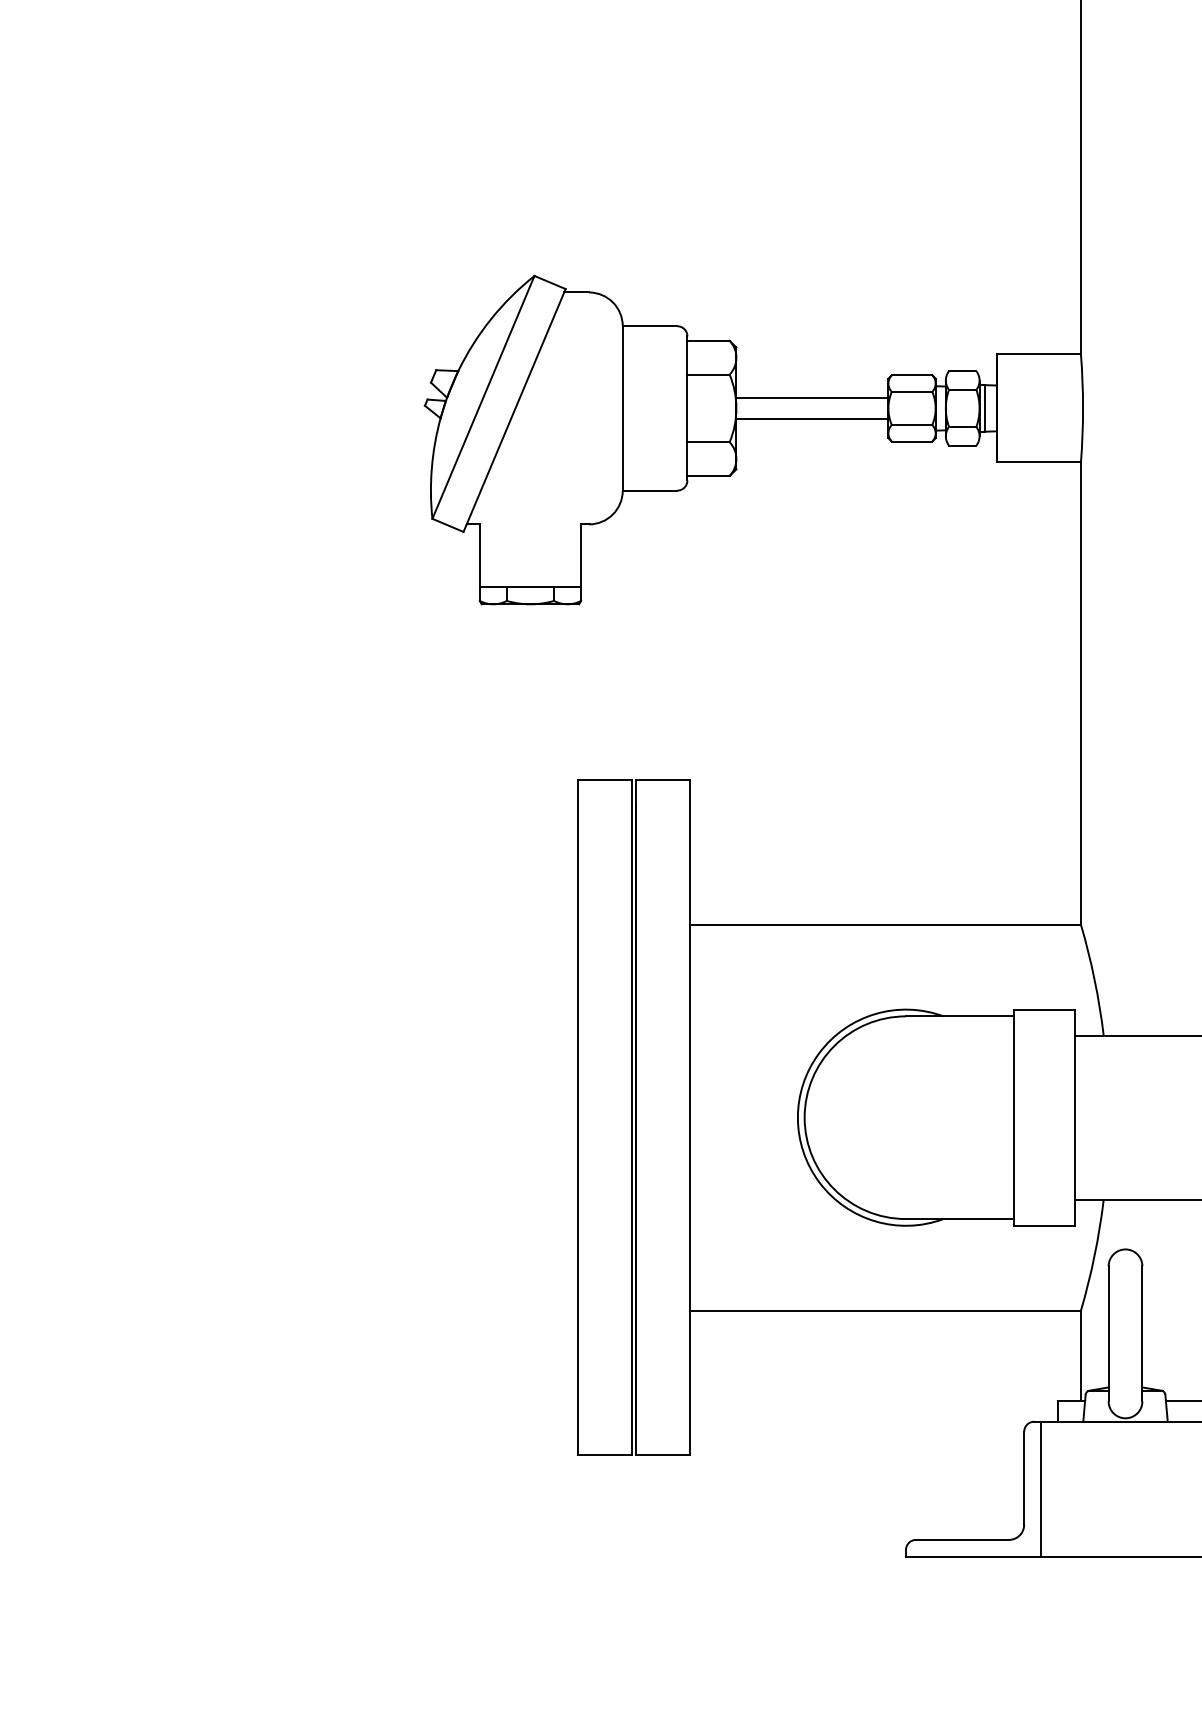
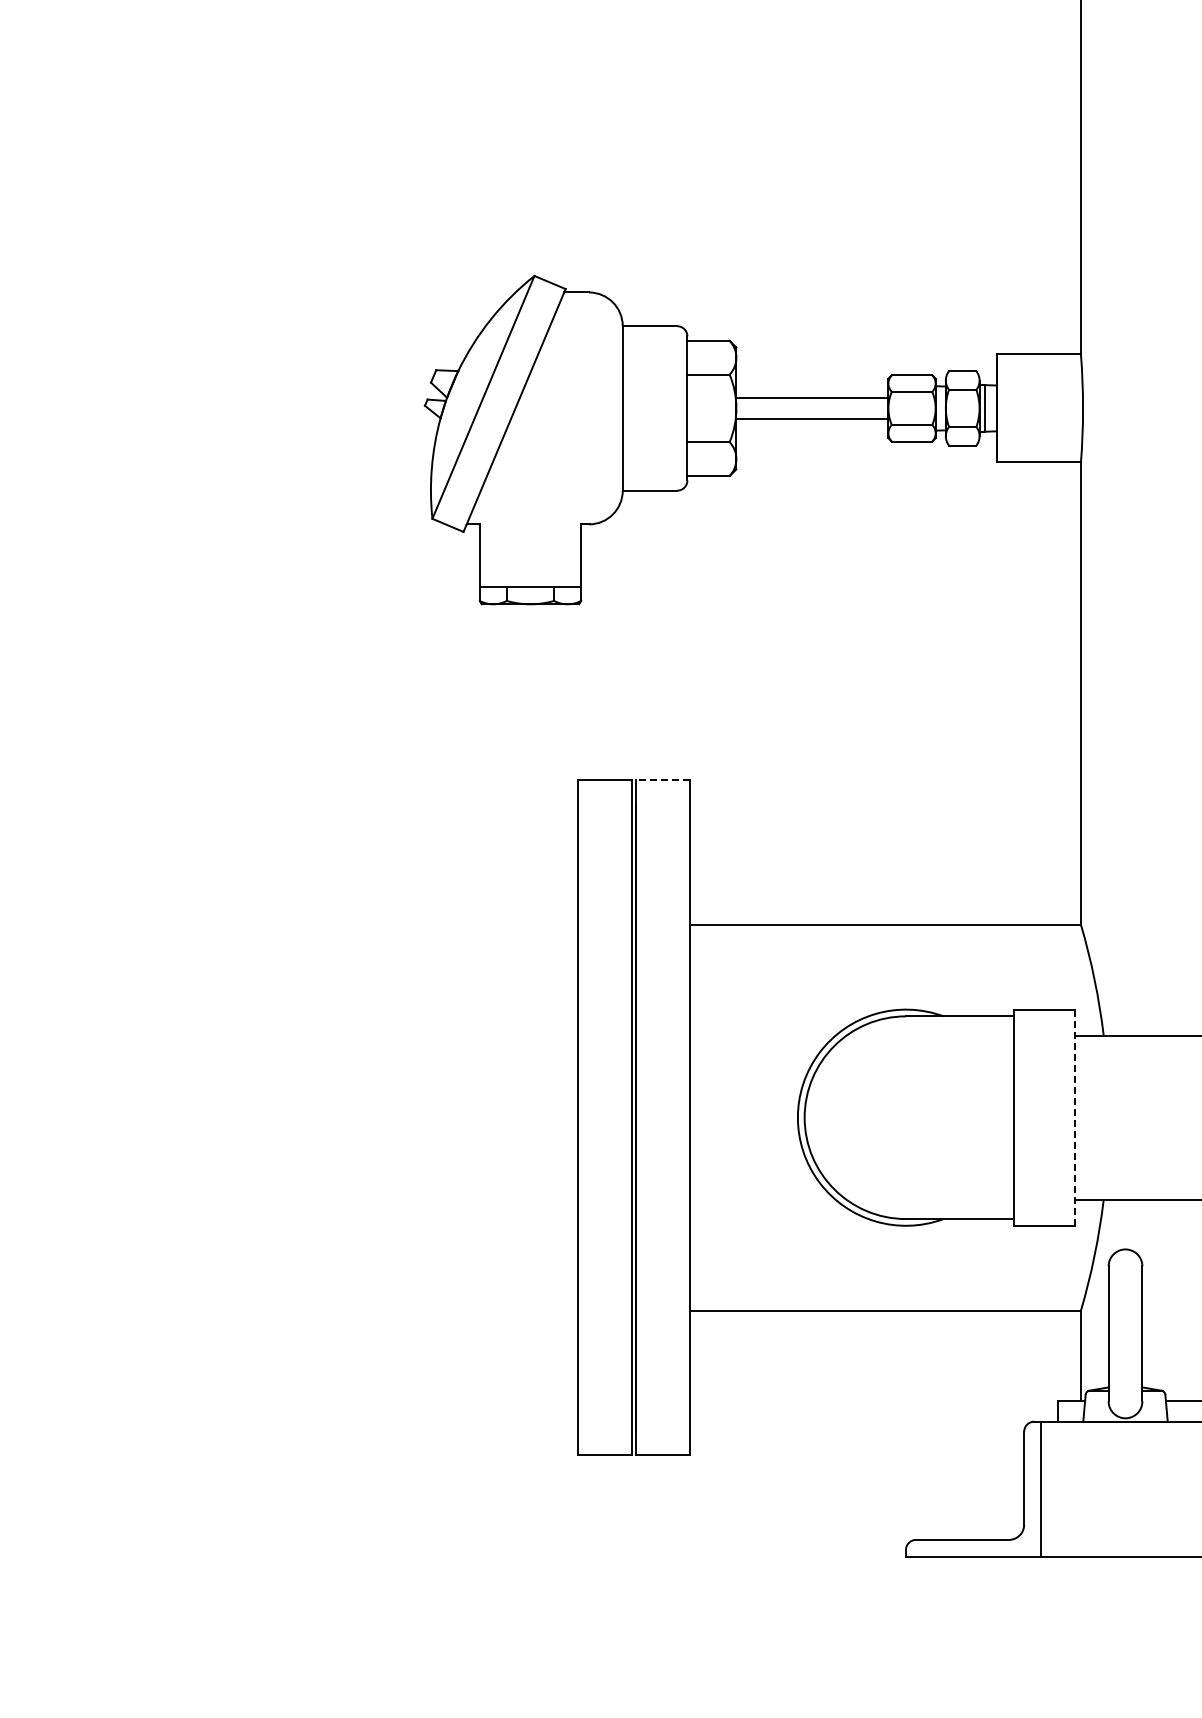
line at (662, 779): solid -> dashed
line at (1074, 1117): solid -> dashed
